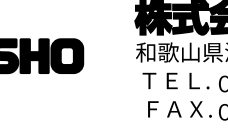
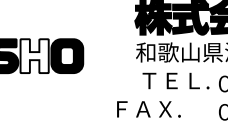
fill at (34, 56): present -> none
text at (179, 109) position: (179, 109) -> (148, 109)
